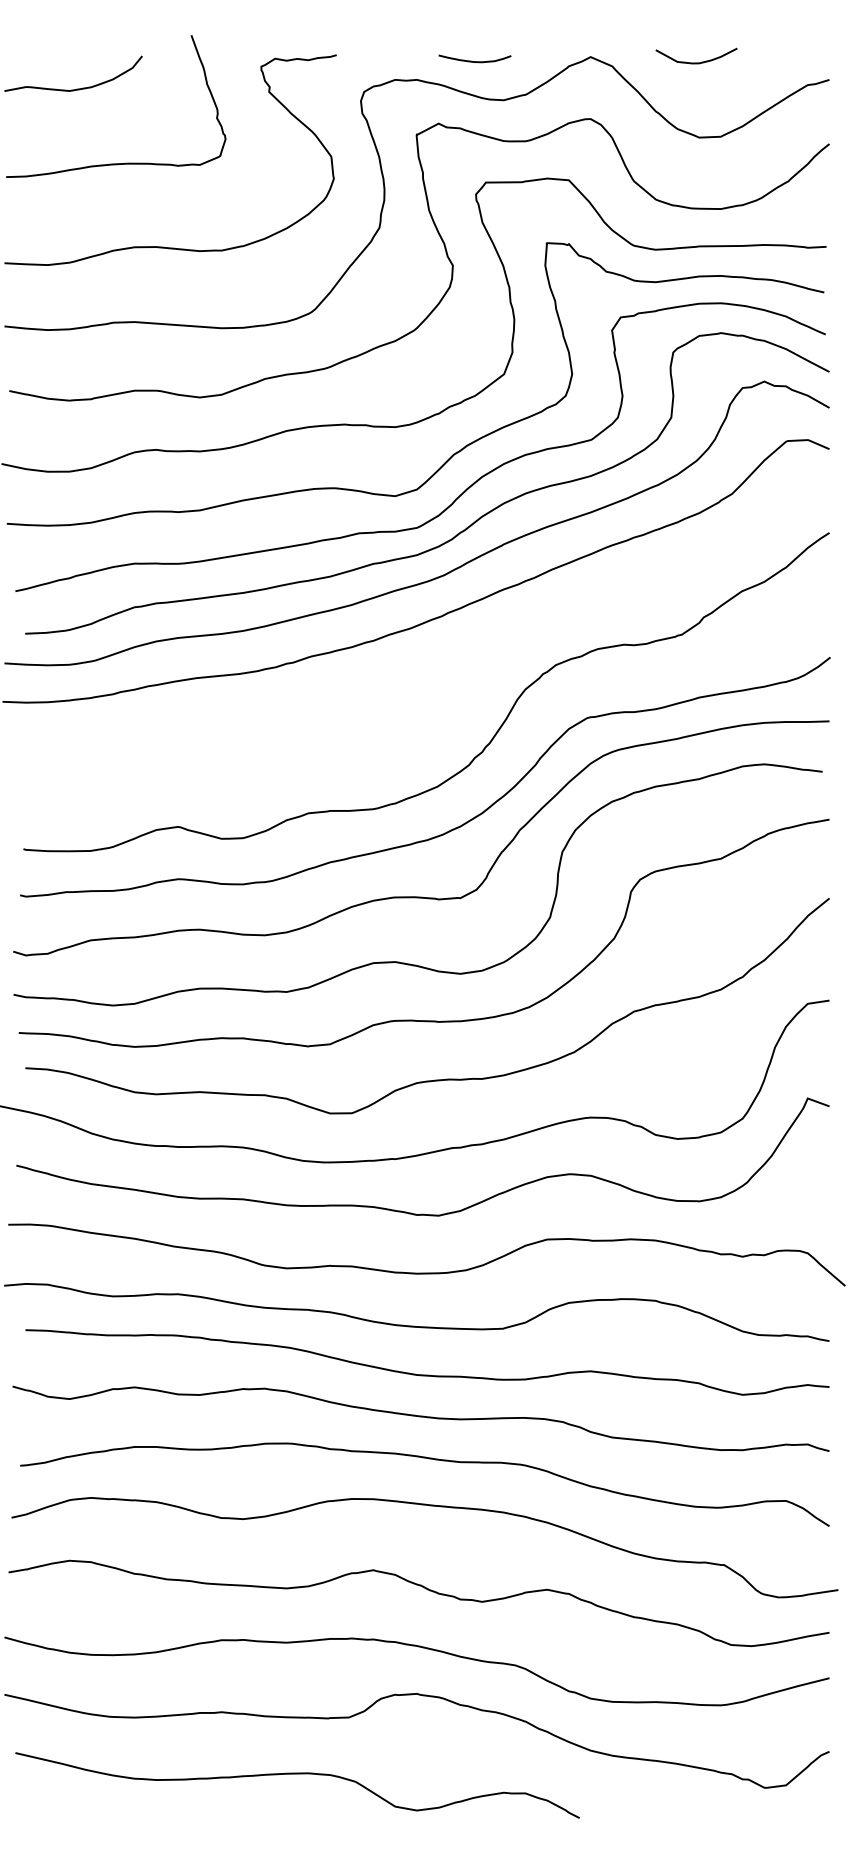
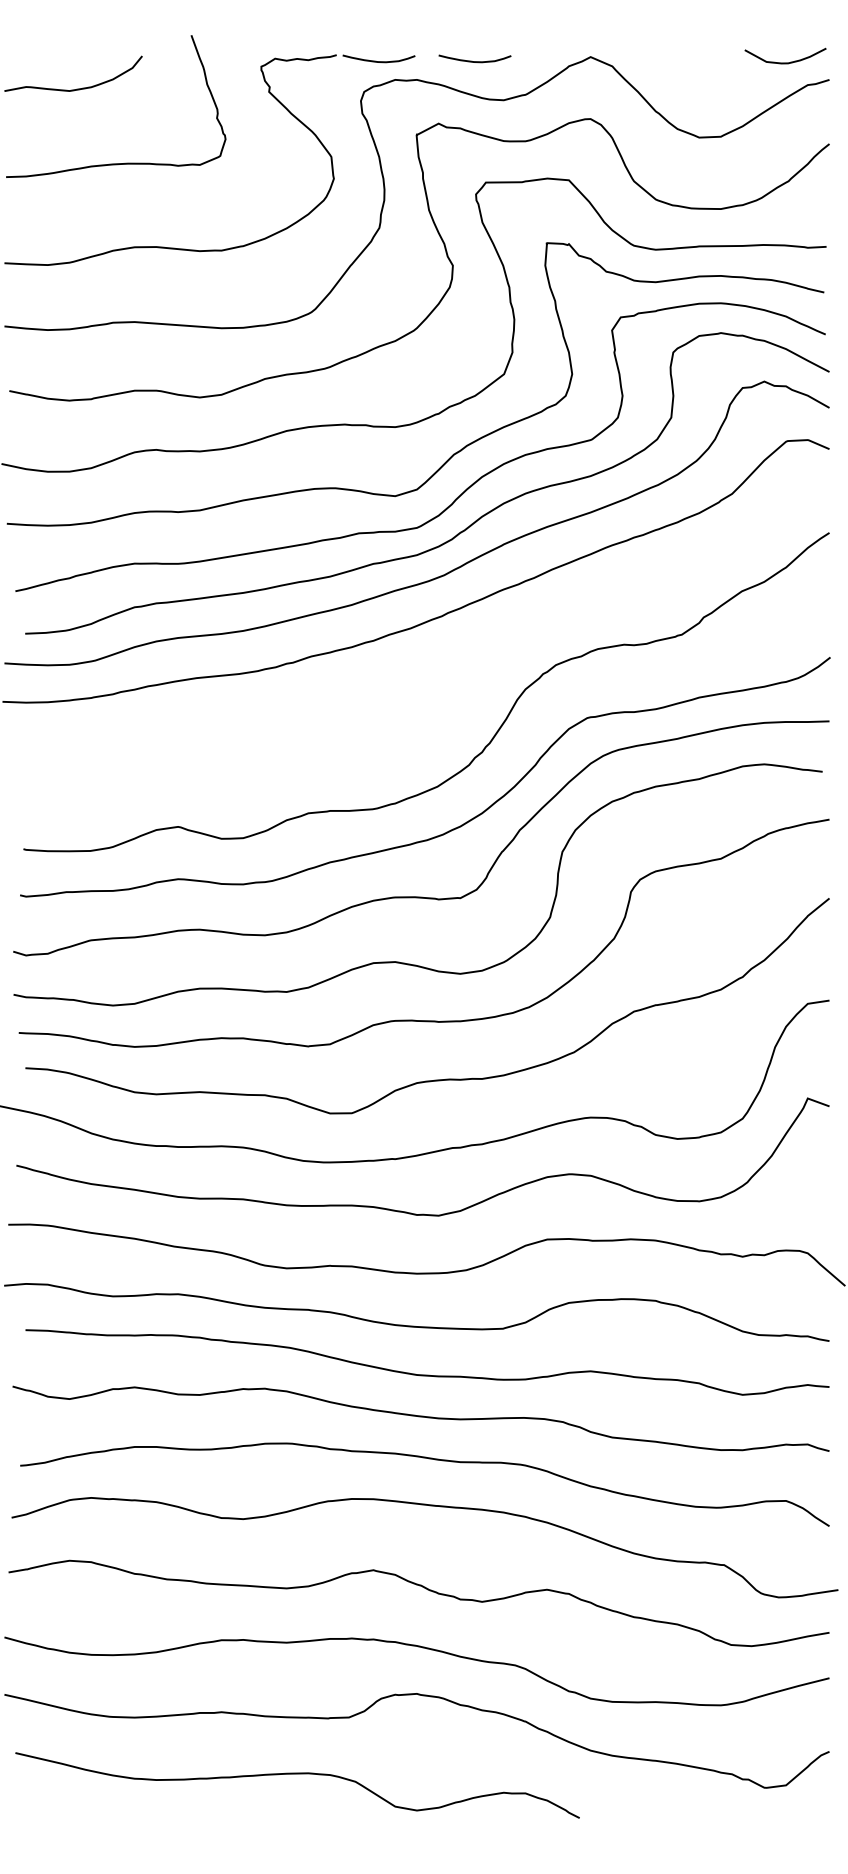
curve at (378, 61): none -> present
curve at (696, 62) position: (696, 62) -> (785, 62)
